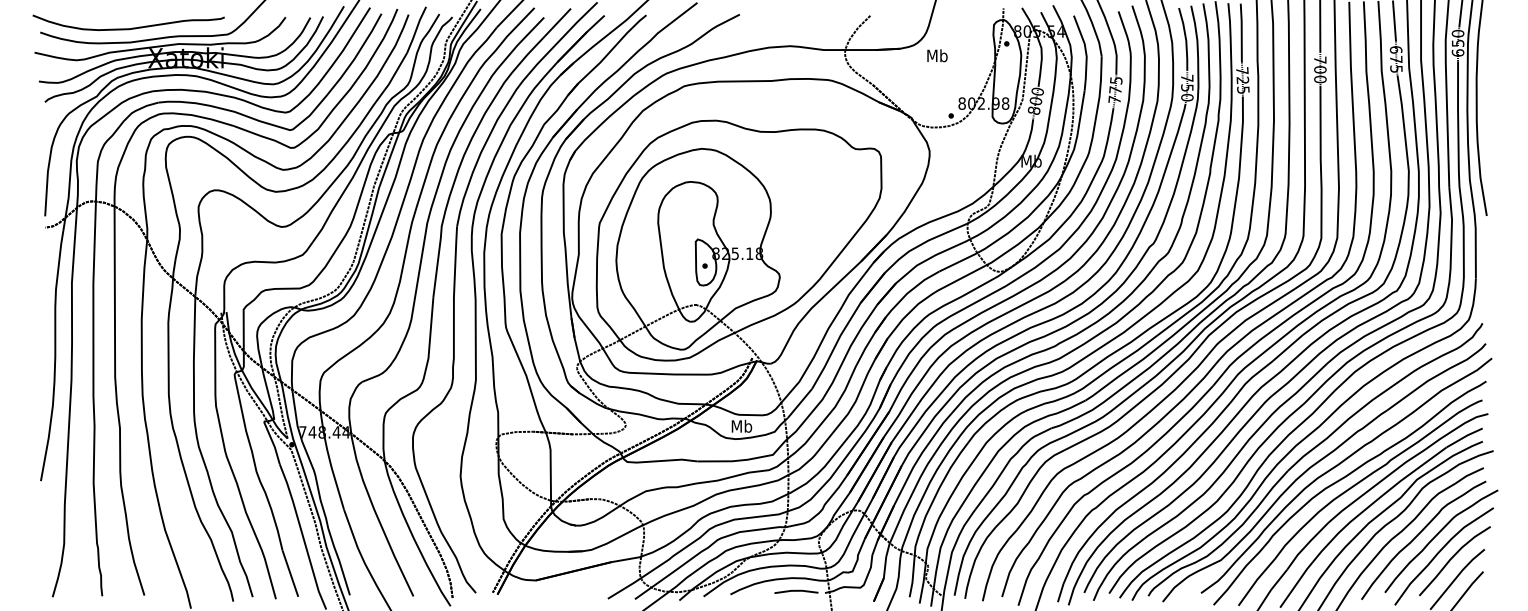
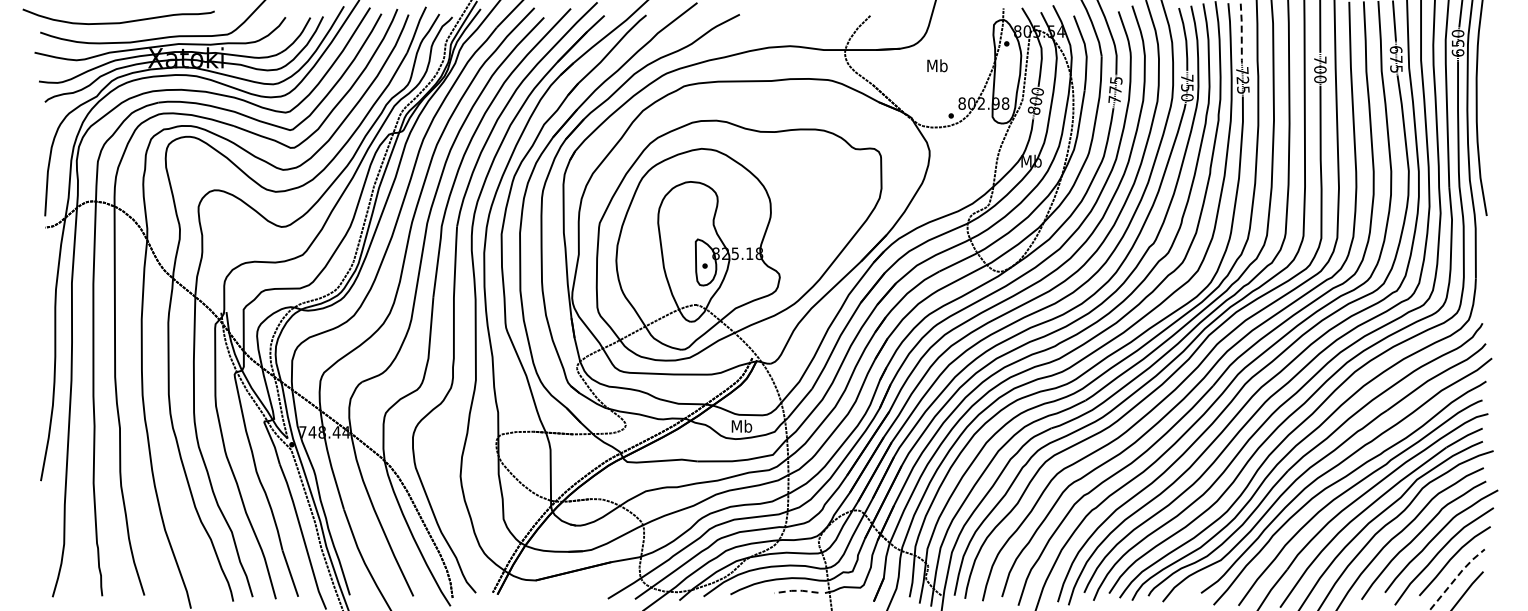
curve at (128, 28) position: (128, 28) -> (118, 22)
line at (1241, 33): solid -> dashed
text at (937, 55) position: (937, 55) -> (937, 65)
line at (1457, 576): solid -> dashed
line at (796, 590): solid -> dashed
